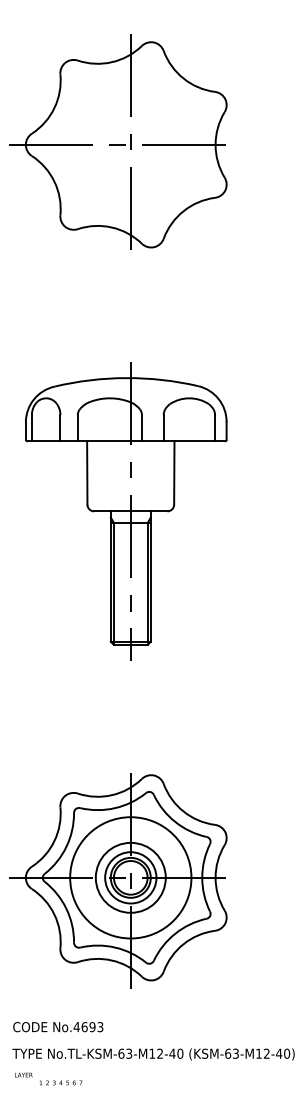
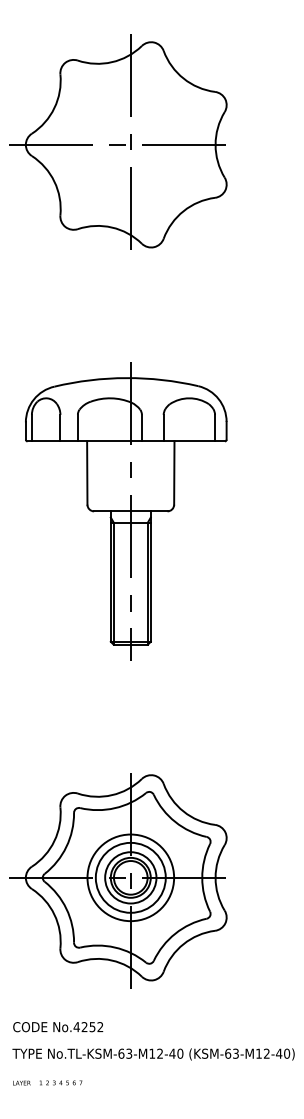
circle at (130, 877) diameter: 121 px -> 87 px
text at (92, 1027): No.4693 -> No.4252
text at (23, 1074) position: (23, 1074) -> (21, 1082)
